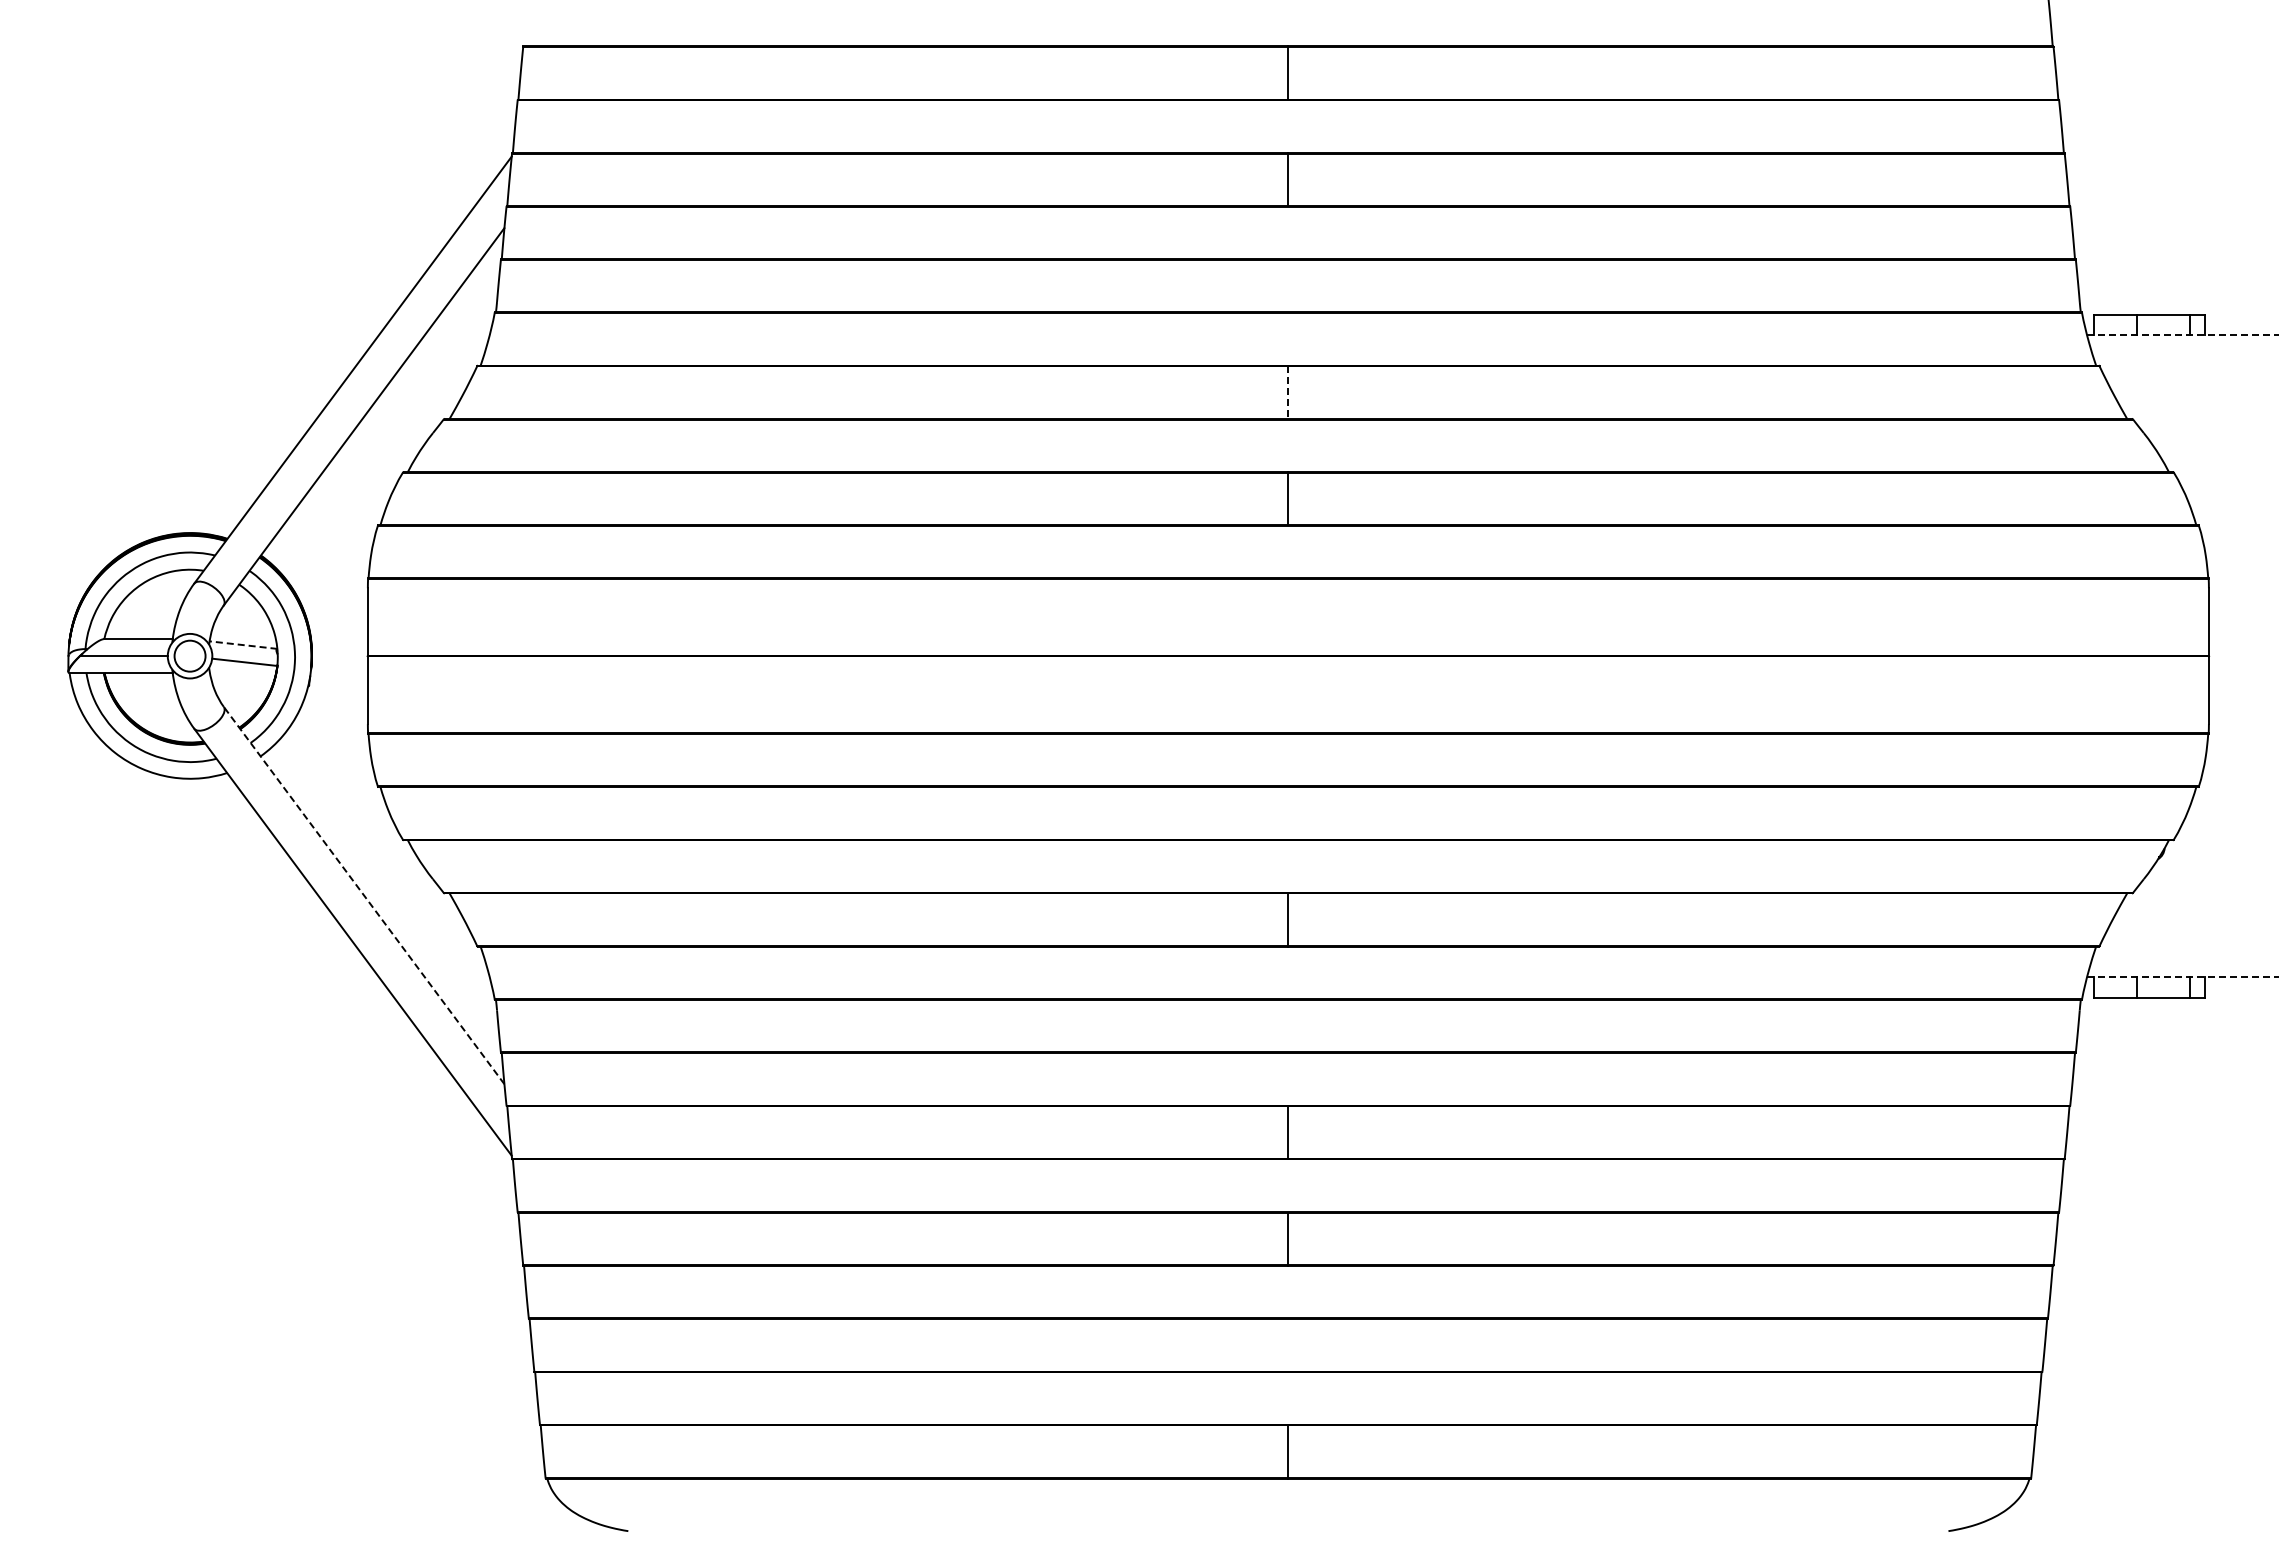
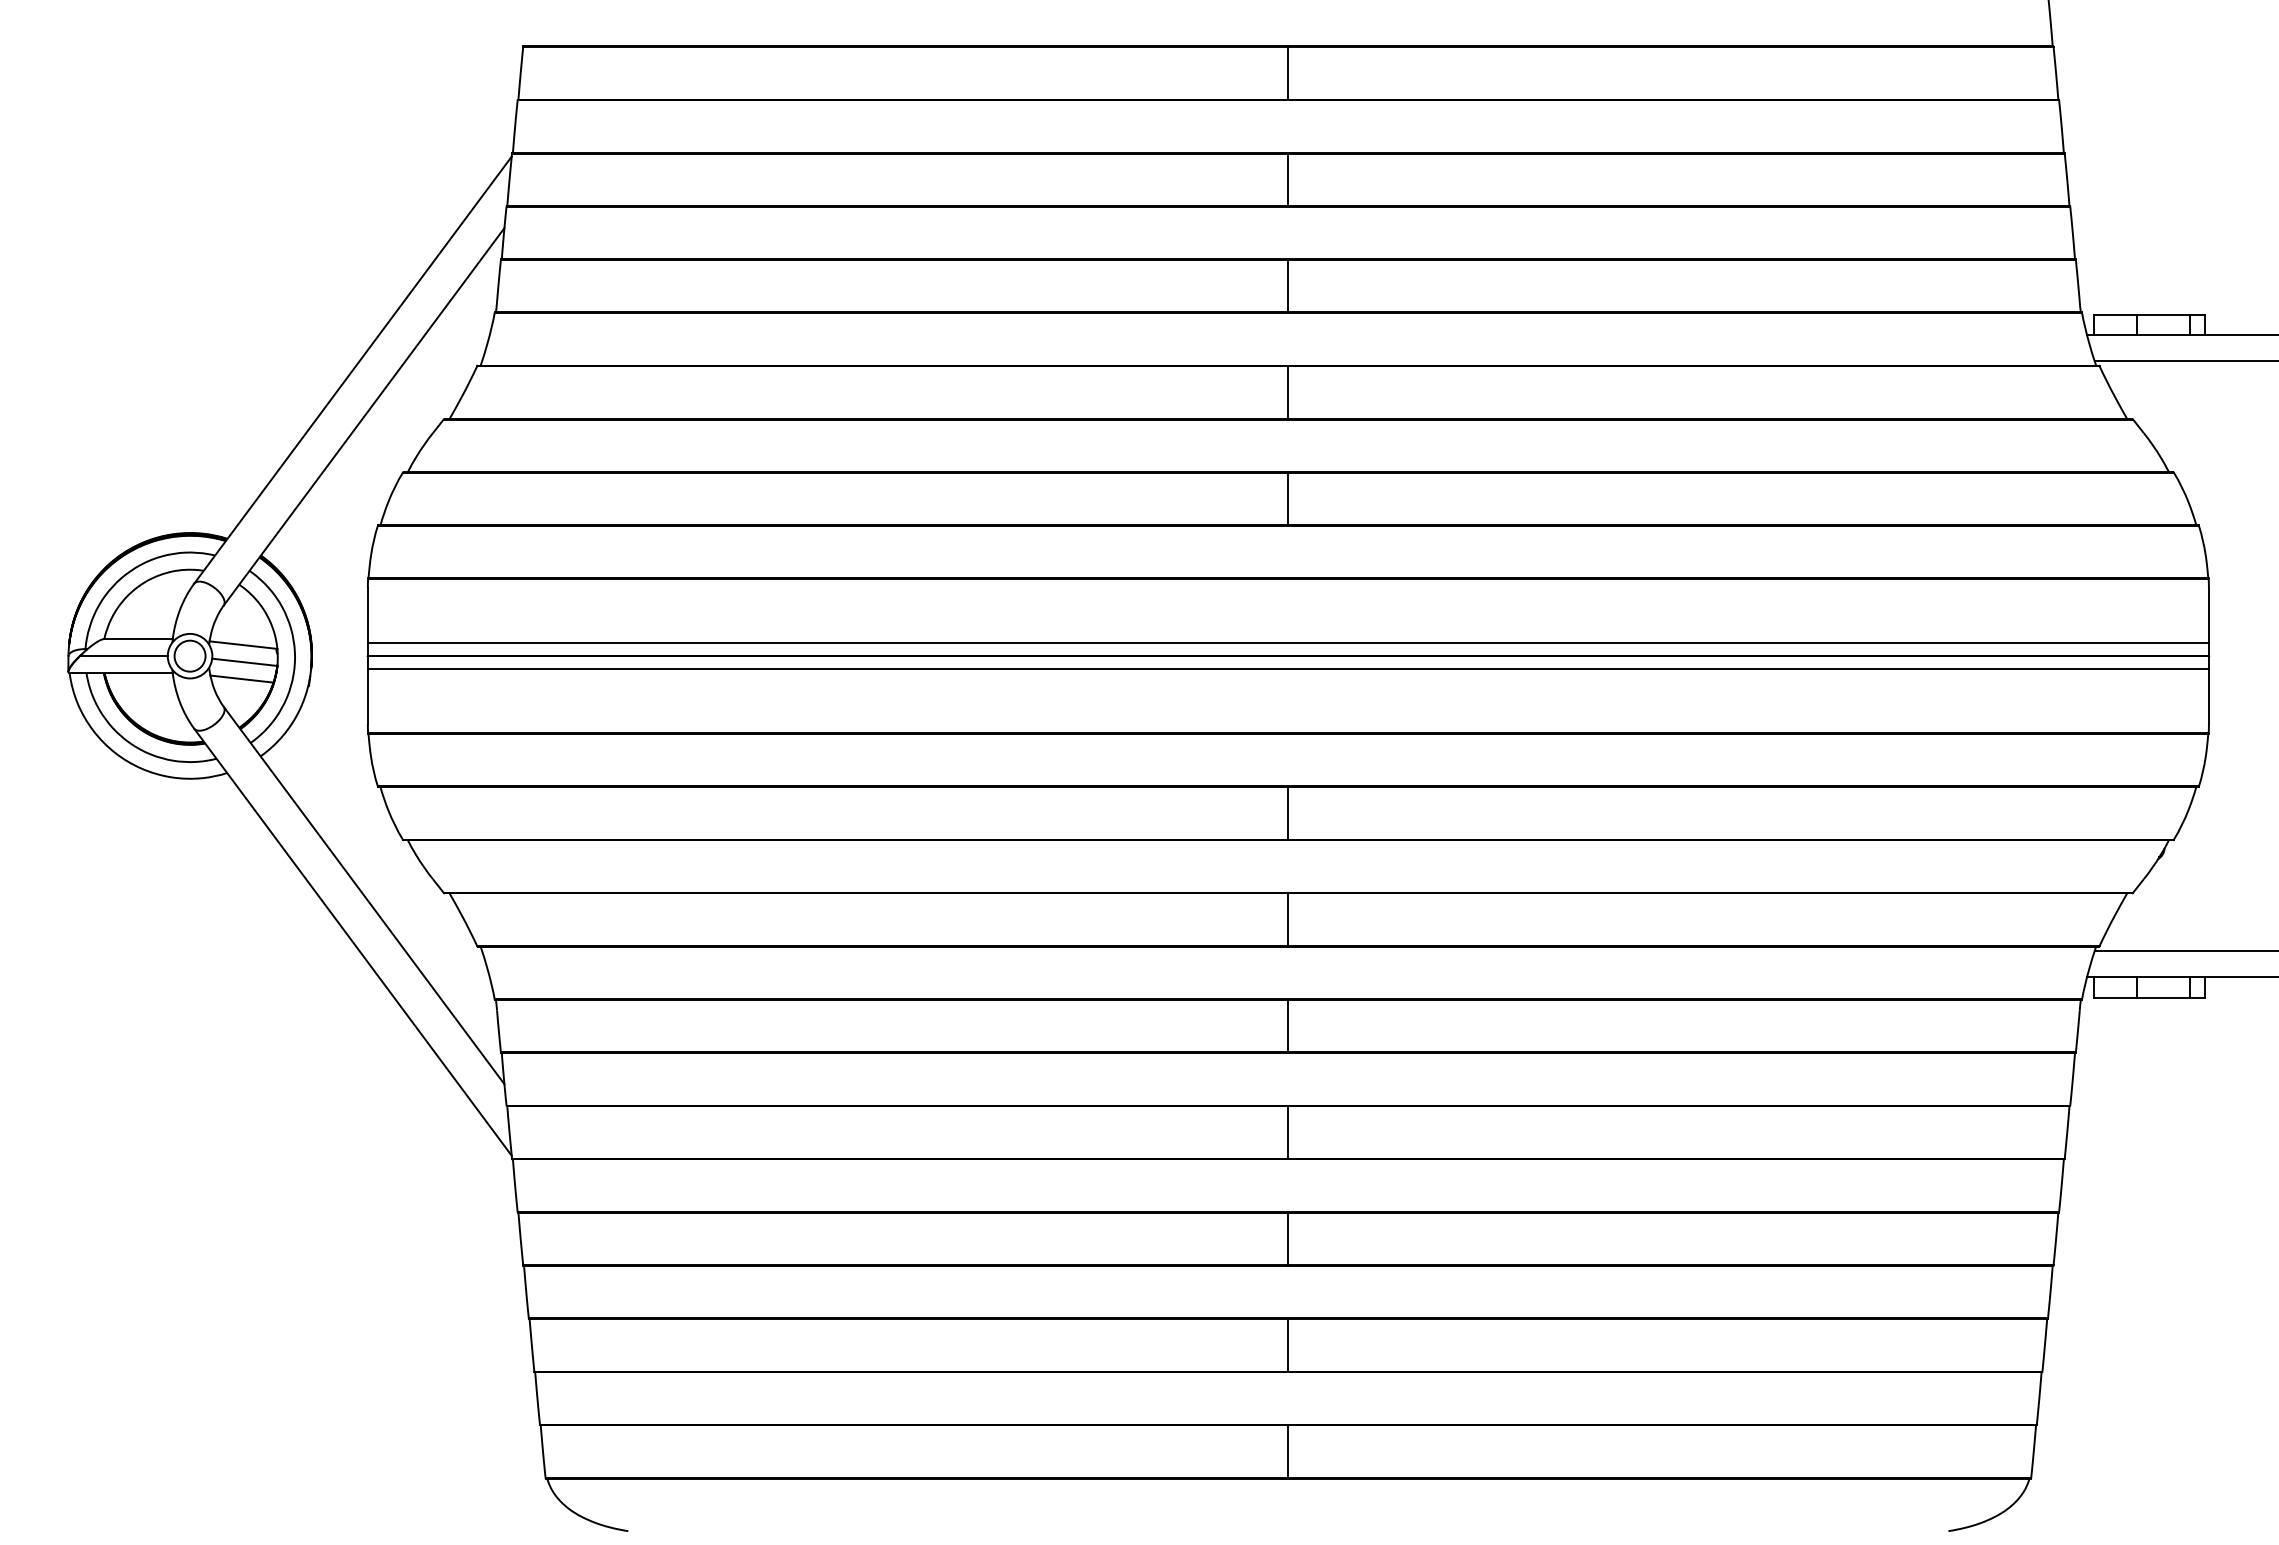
line at (1288, 285): none -> present
line at (2182, 334): dashed -> solid
line at (2184, 361): none -> present
line at (1288, 392): dashed -> solid
line at (1287, 643): none -> present
line at (243, 645): dashed -> solid
line at (1287, 669): none -> present
line at (241, 678): none -> present
line at (1288, 813): none -> present
line at (363, 895): dashed -> solid
line at (2184, 951): none -> present
line at (2182, 977): dashed -> solid
line at (1288, 1026): none -> present
line at (1288, 1345): none -> present
